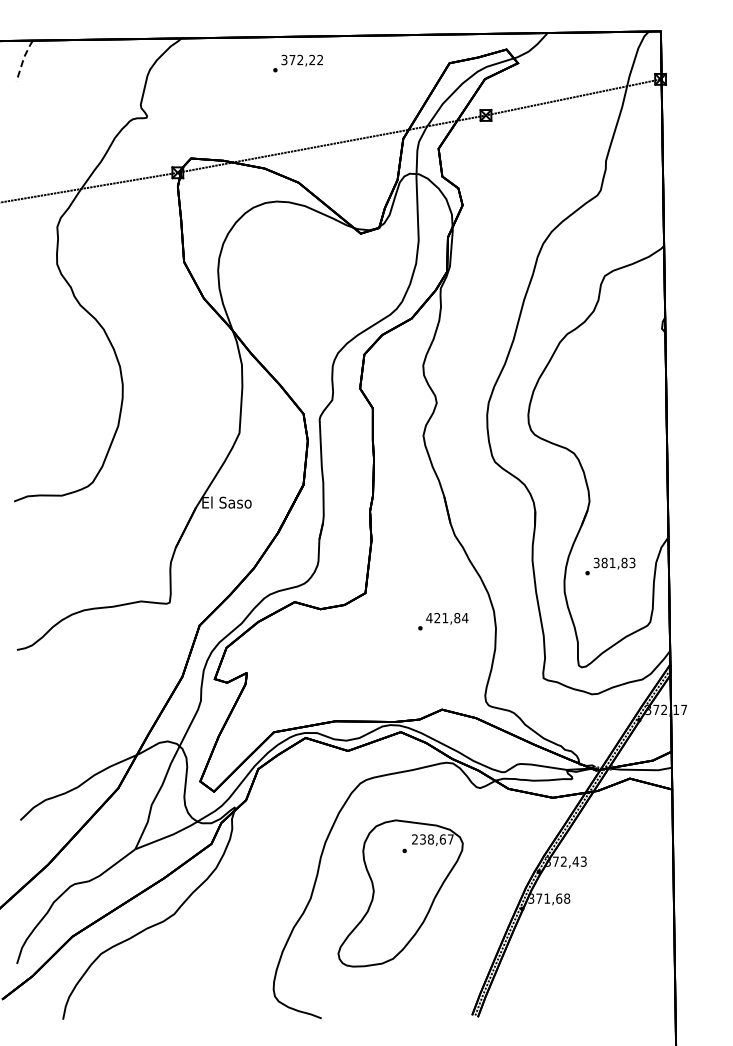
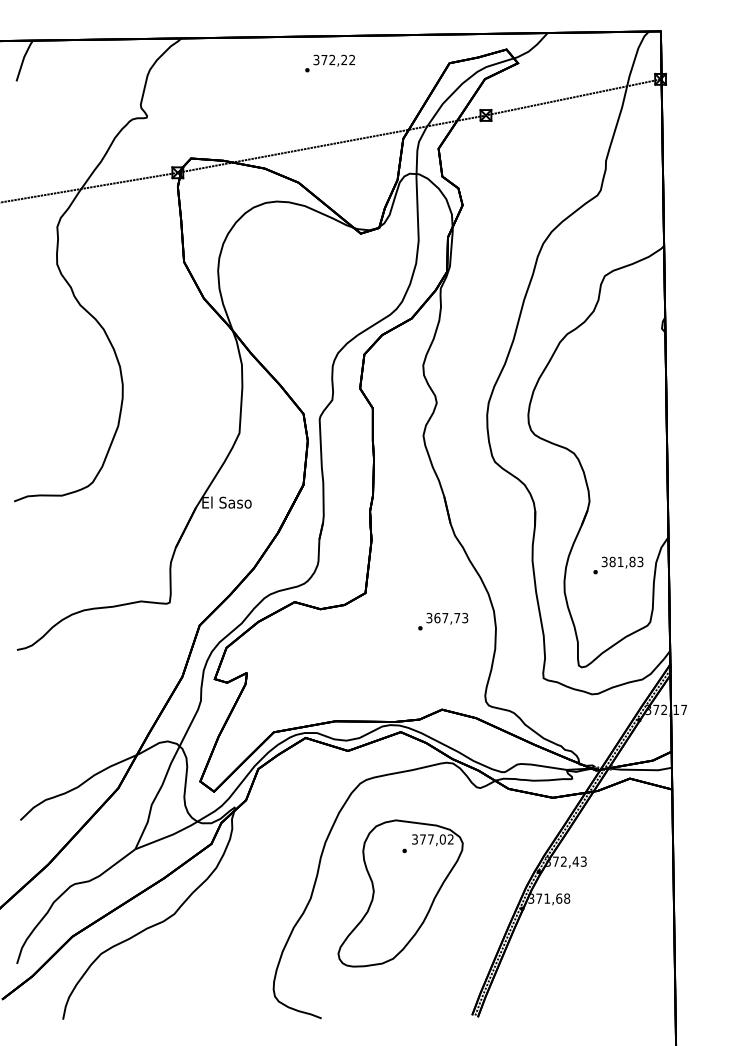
line at (23, 58): dashed -> solid
text at (297, 63) position: (297, 63) -> (329, 63)
text at (610, 566) position: (610, 566) -> (618, 565)
text at (447, 617): 421,84 -> 367,73
text at (432, 839): 238,67 -> 377,02
